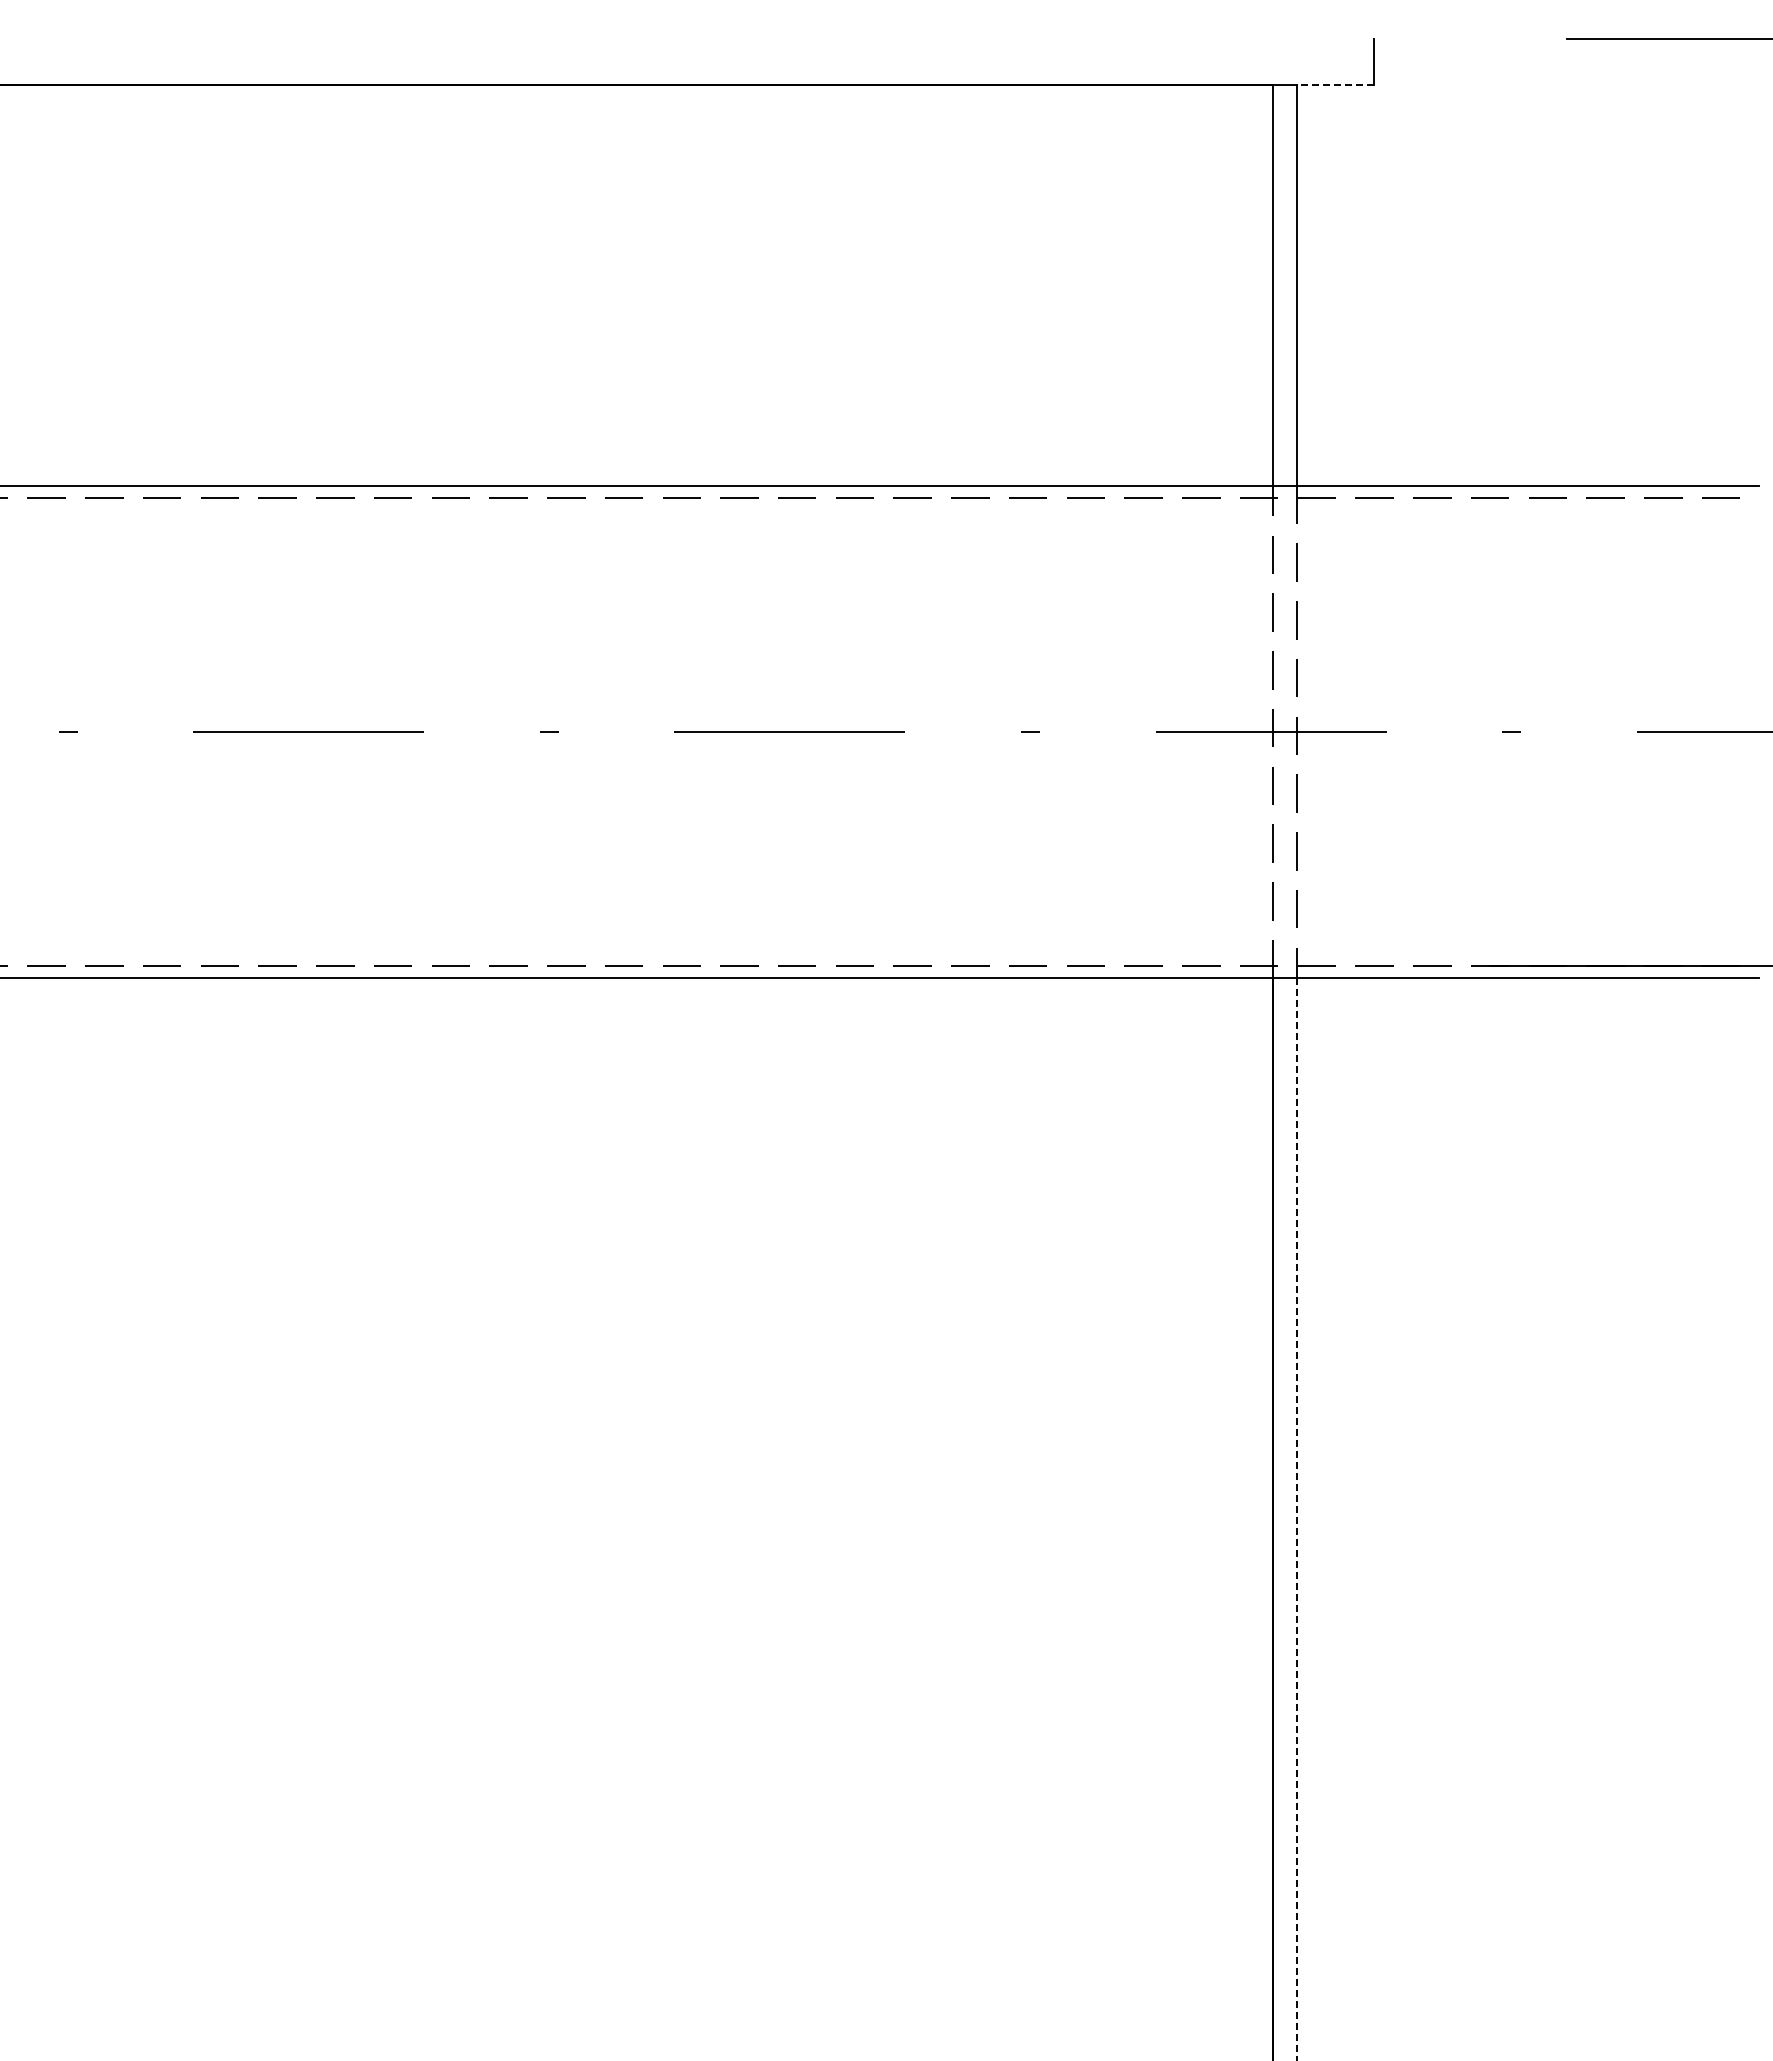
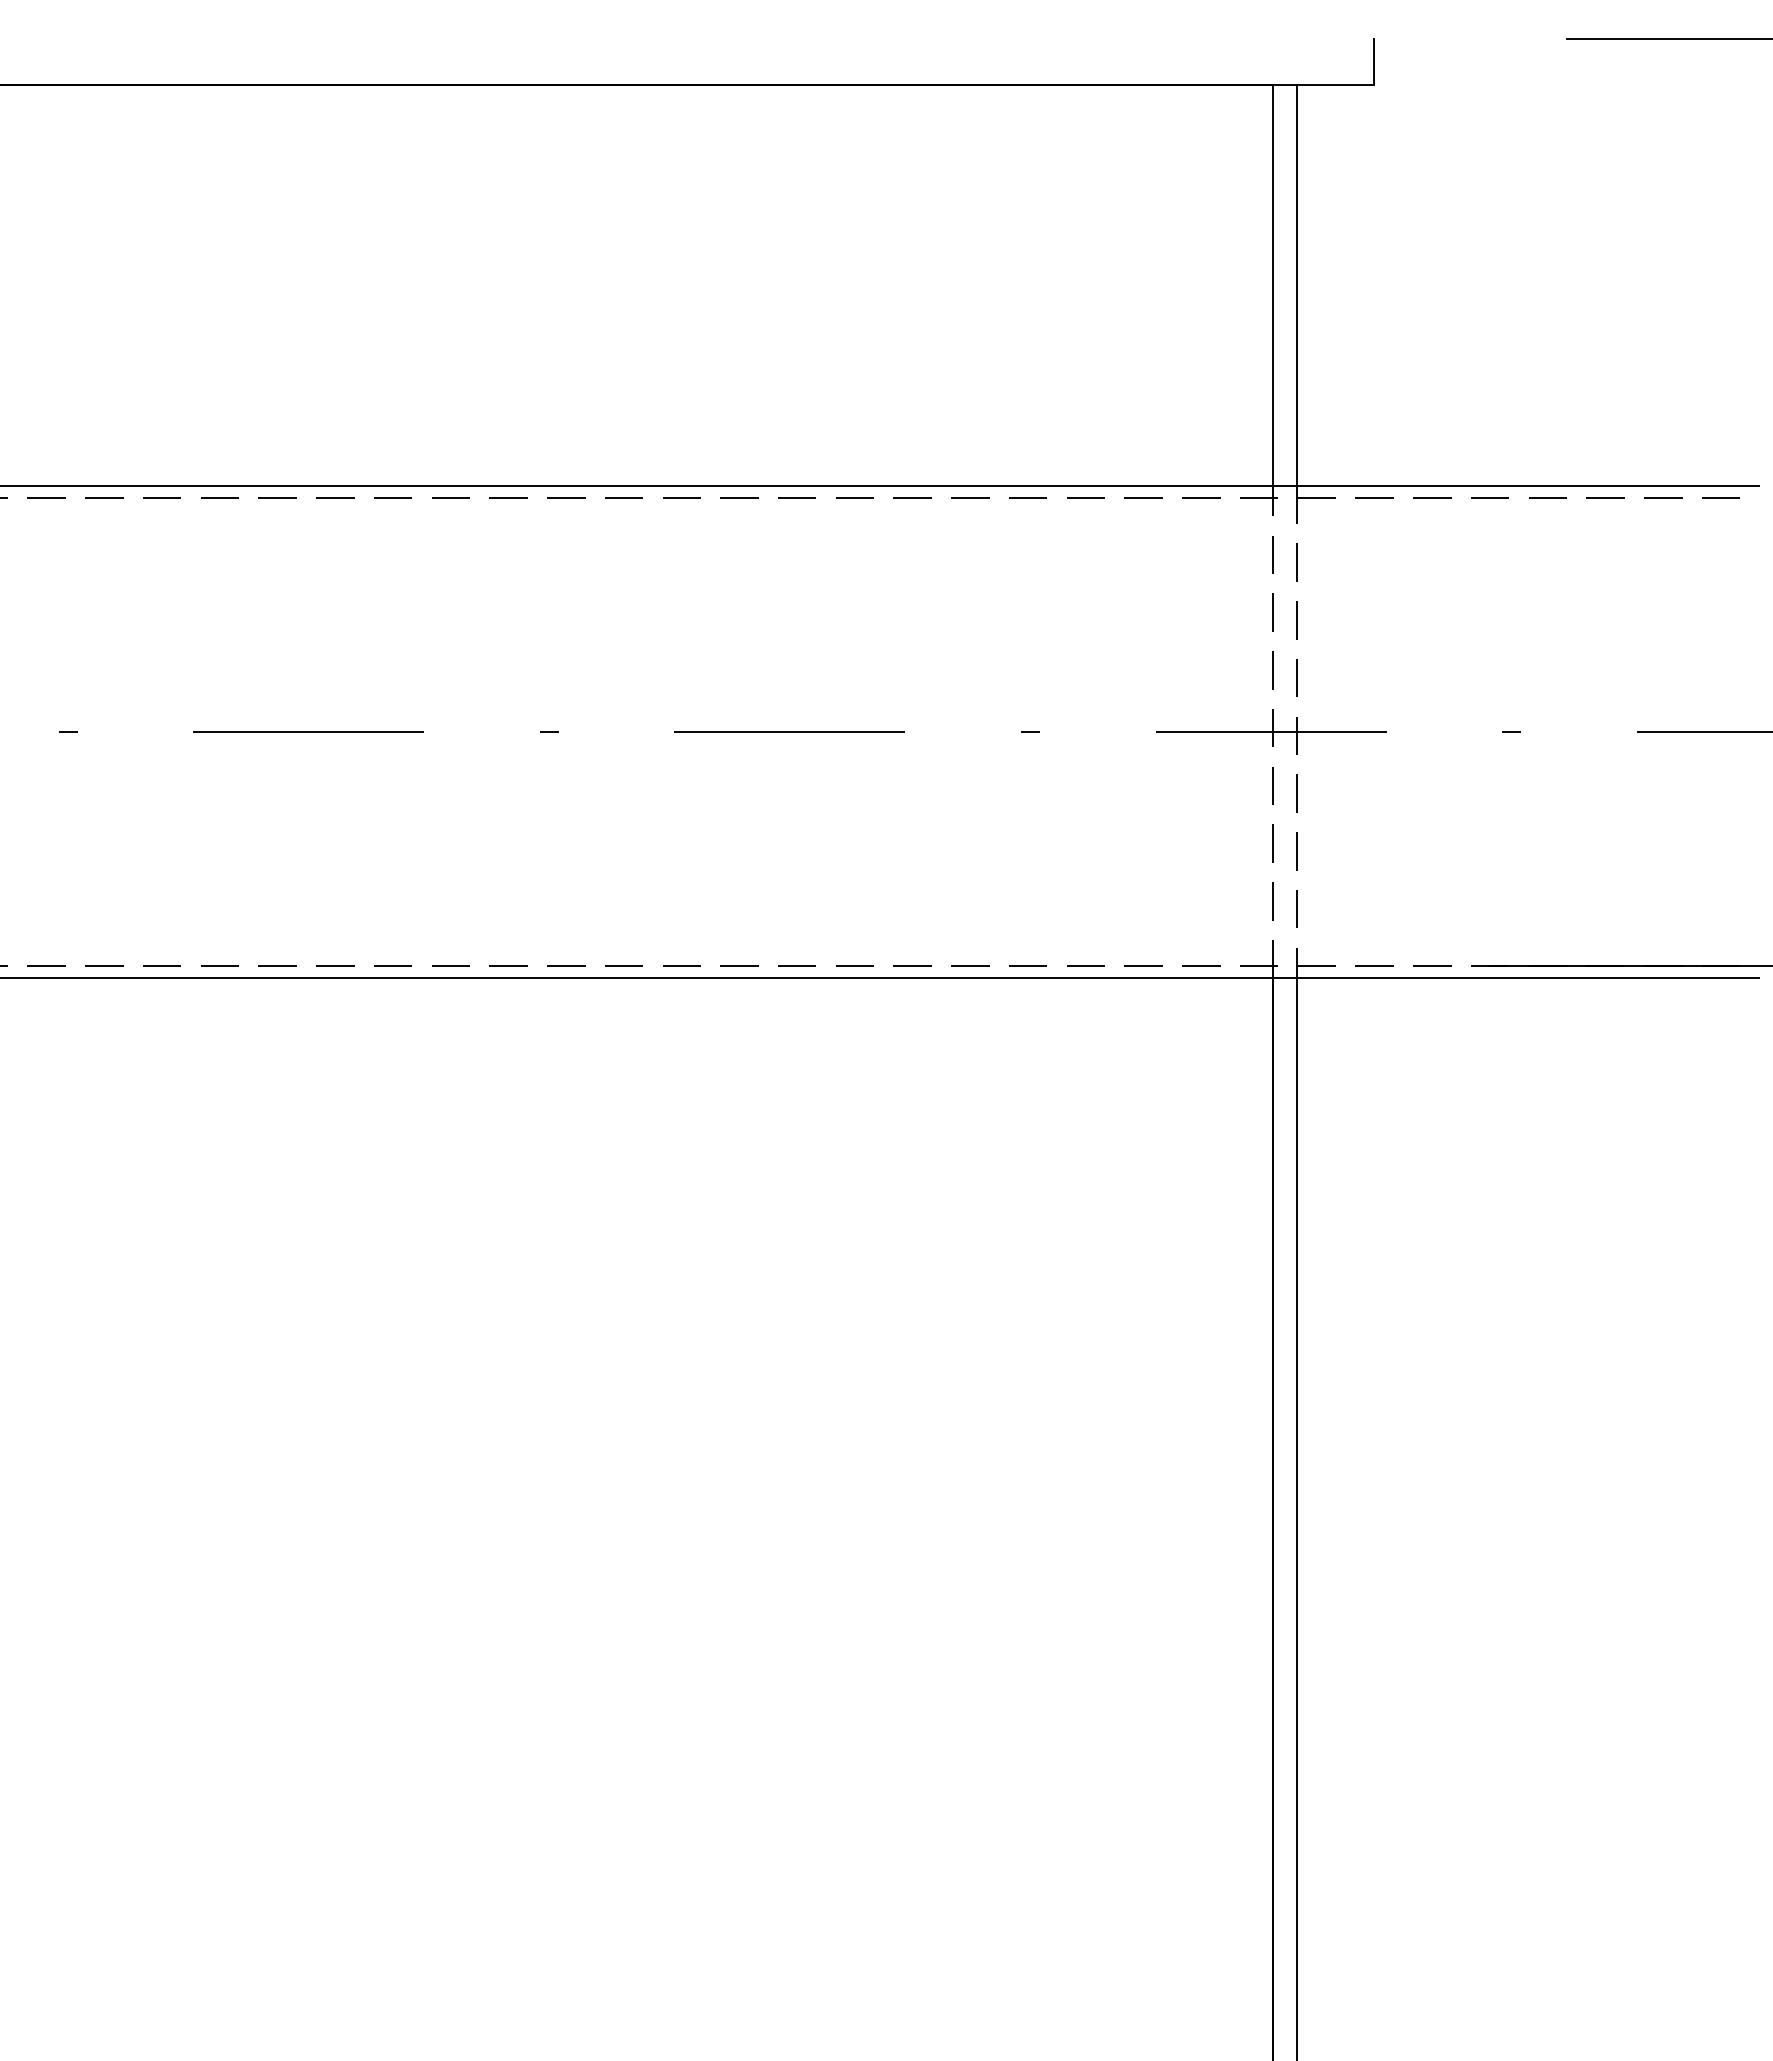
line at (1335, 84): dashed -> solid
line at (1297, 1519): dashed -> solid
